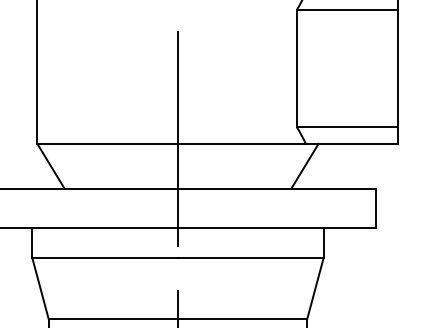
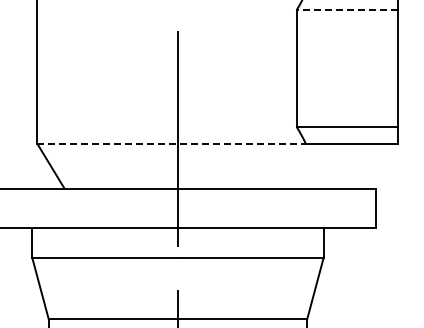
line at (347, 10): solid -> dashed
line at (172, 143): solid -> dashed
line at (304, 165): present -> none
